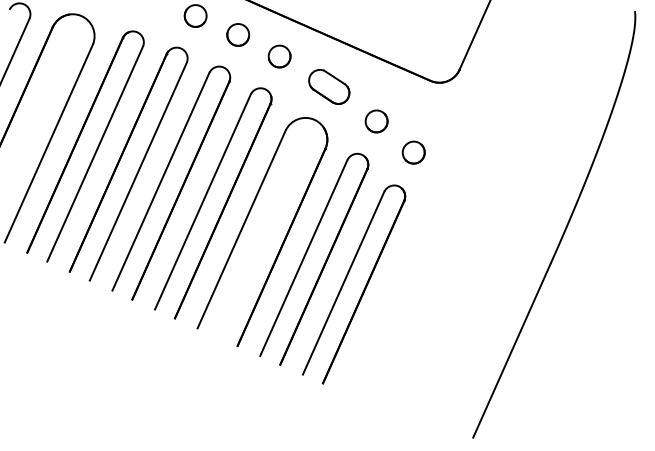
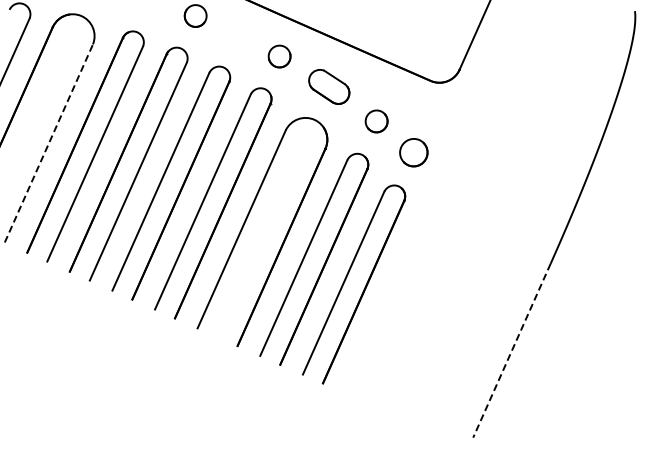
part at (238, 34): present -> none
line at (49, 143): solid -> dashed
part at (413, 152) size: 25x25 px -> 30x30 px
line at (511, 351): solid -> dashed
